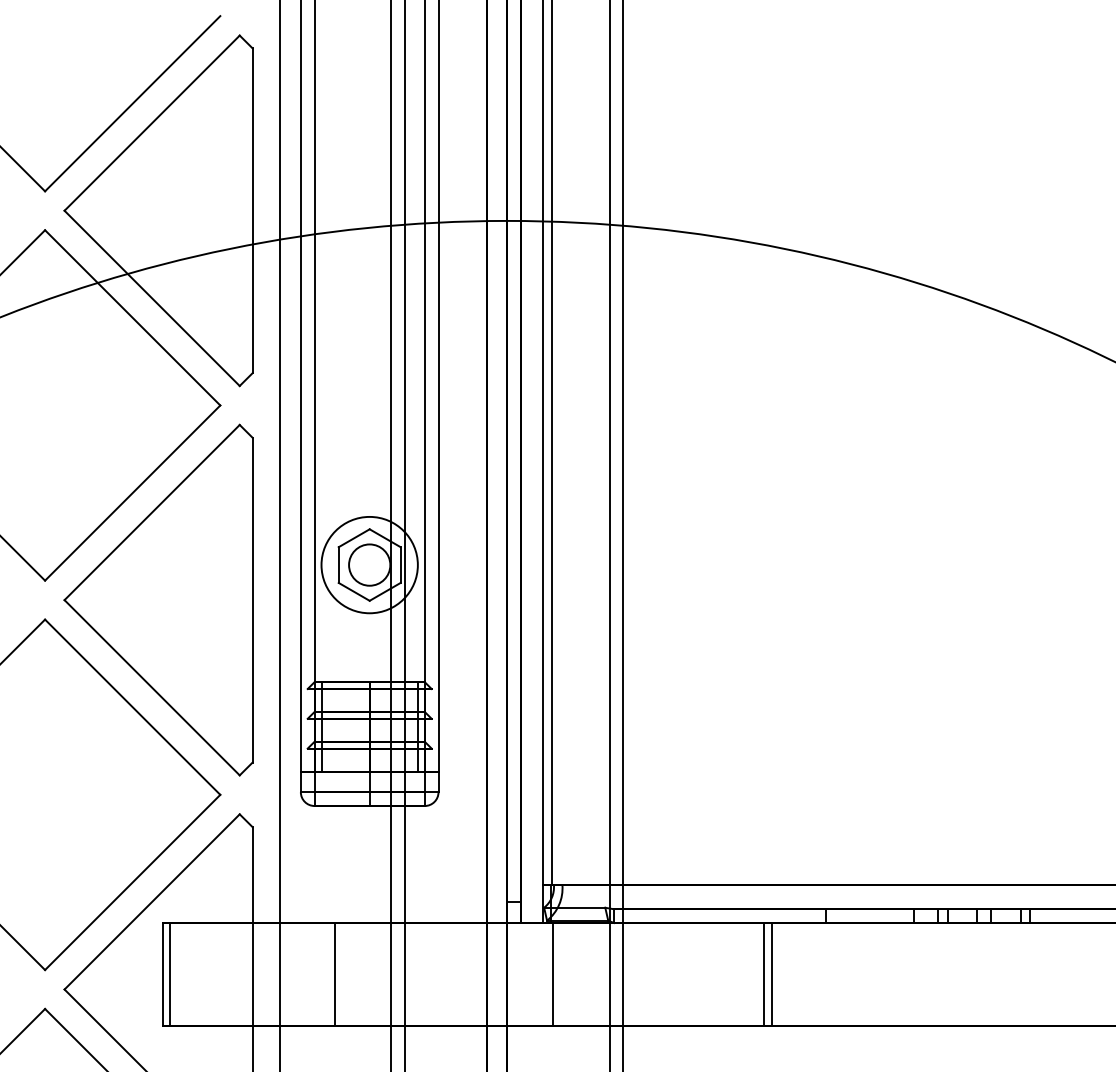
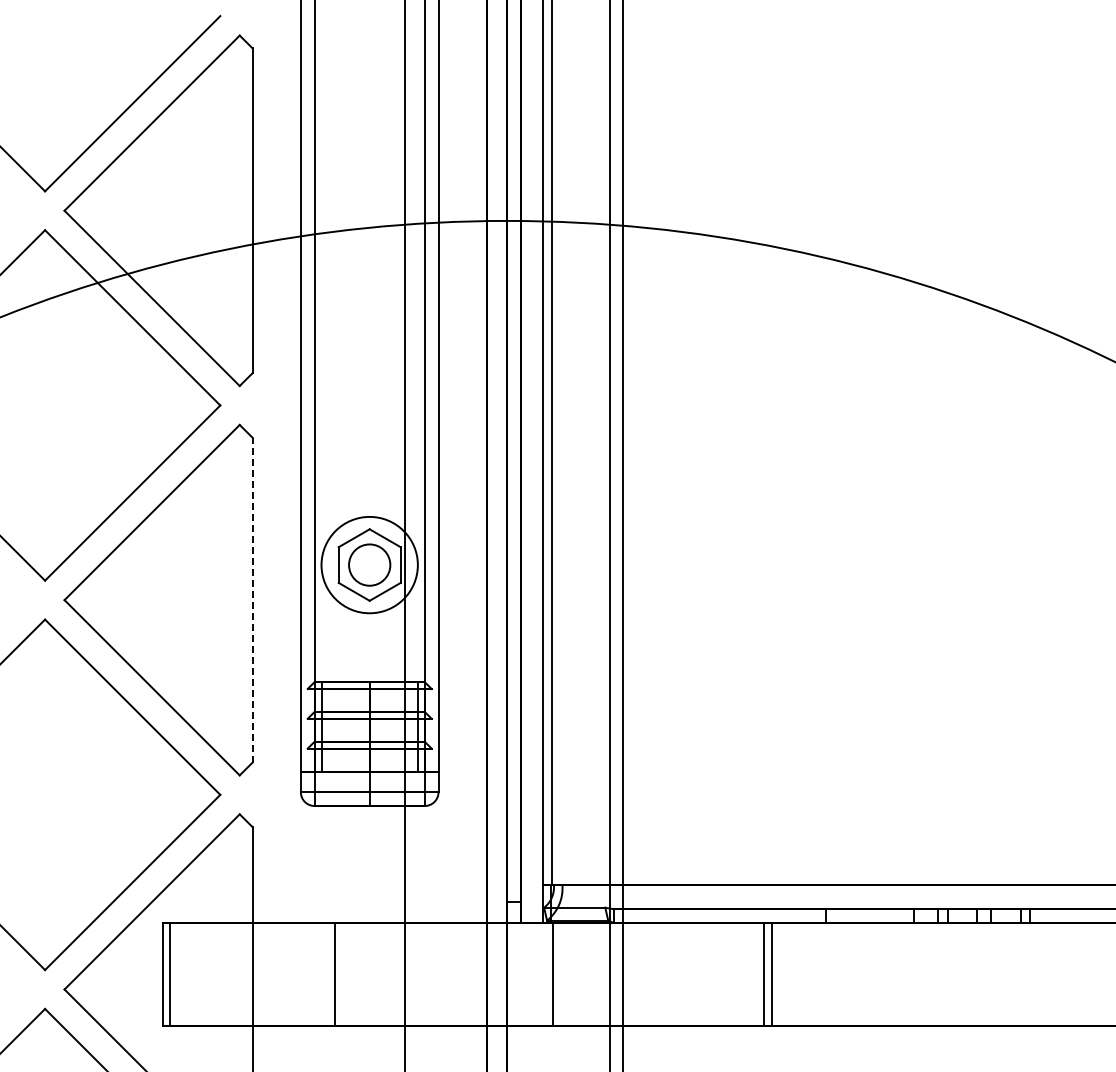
line at (280, 535): present -> none
line at (391, 535): present -> none
line at (252, 599): solid -> dashed
